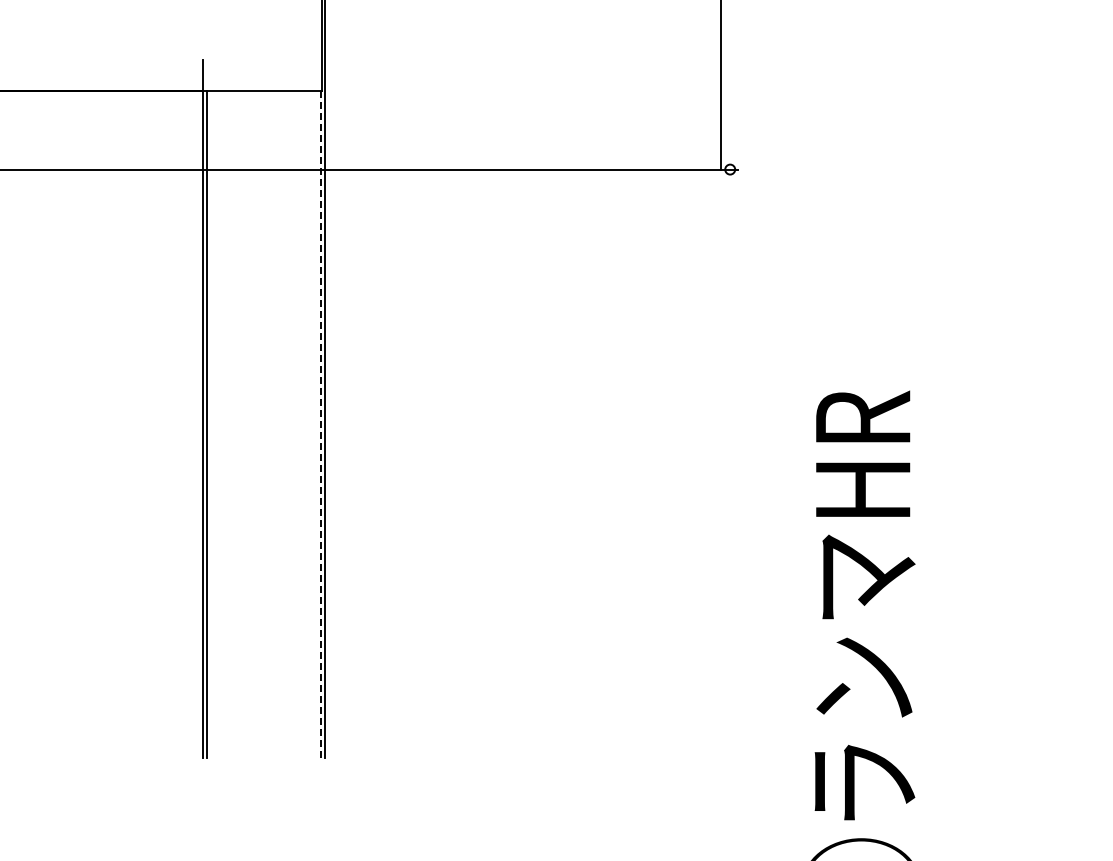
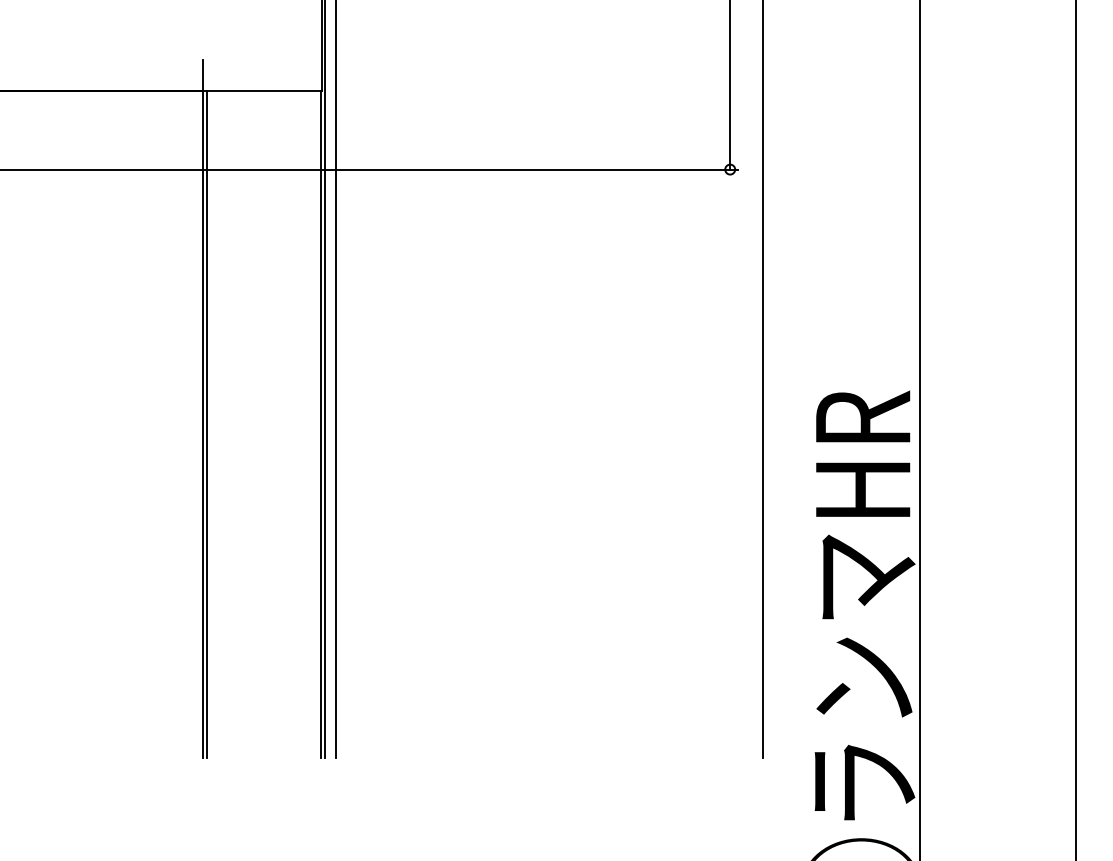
line at (721, 85) position: (721, 85) -> (730, 85)
line at (336, 379): none -> present
line at (763, 379): none -> present
line at (320, 425): dashed -> solid
line at (919, 429): none -> present
line at (1076, 429): none -> present
